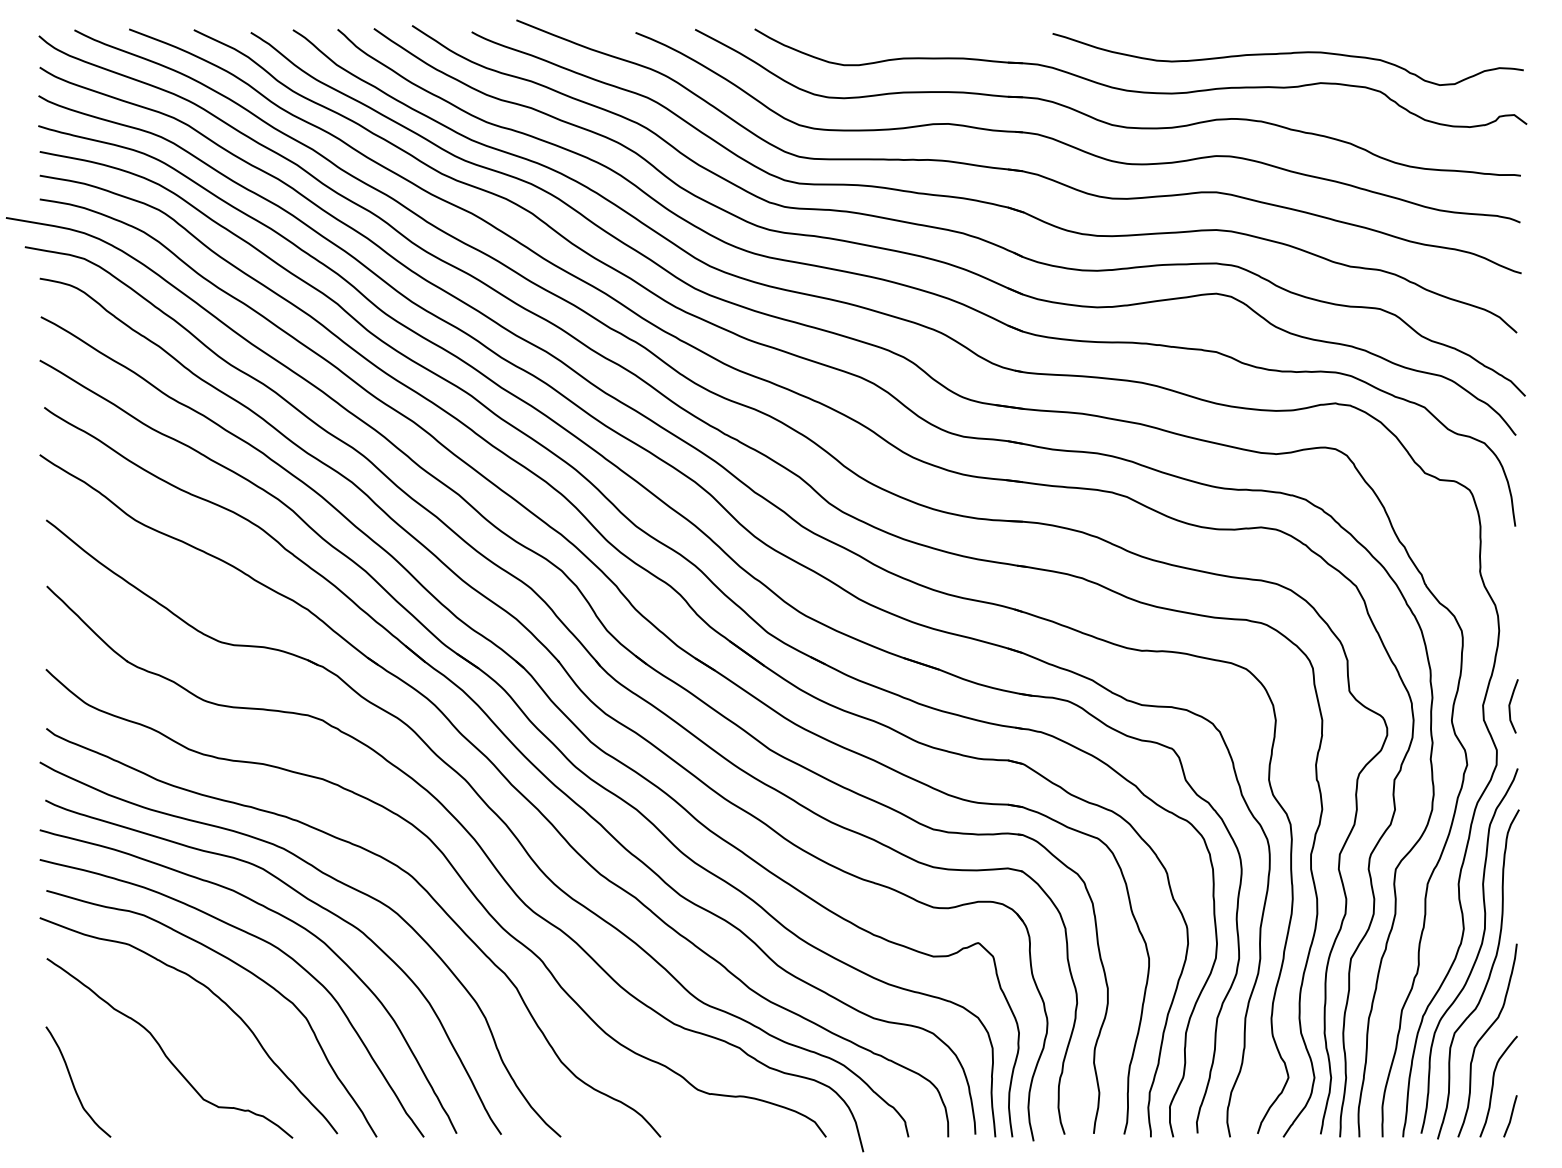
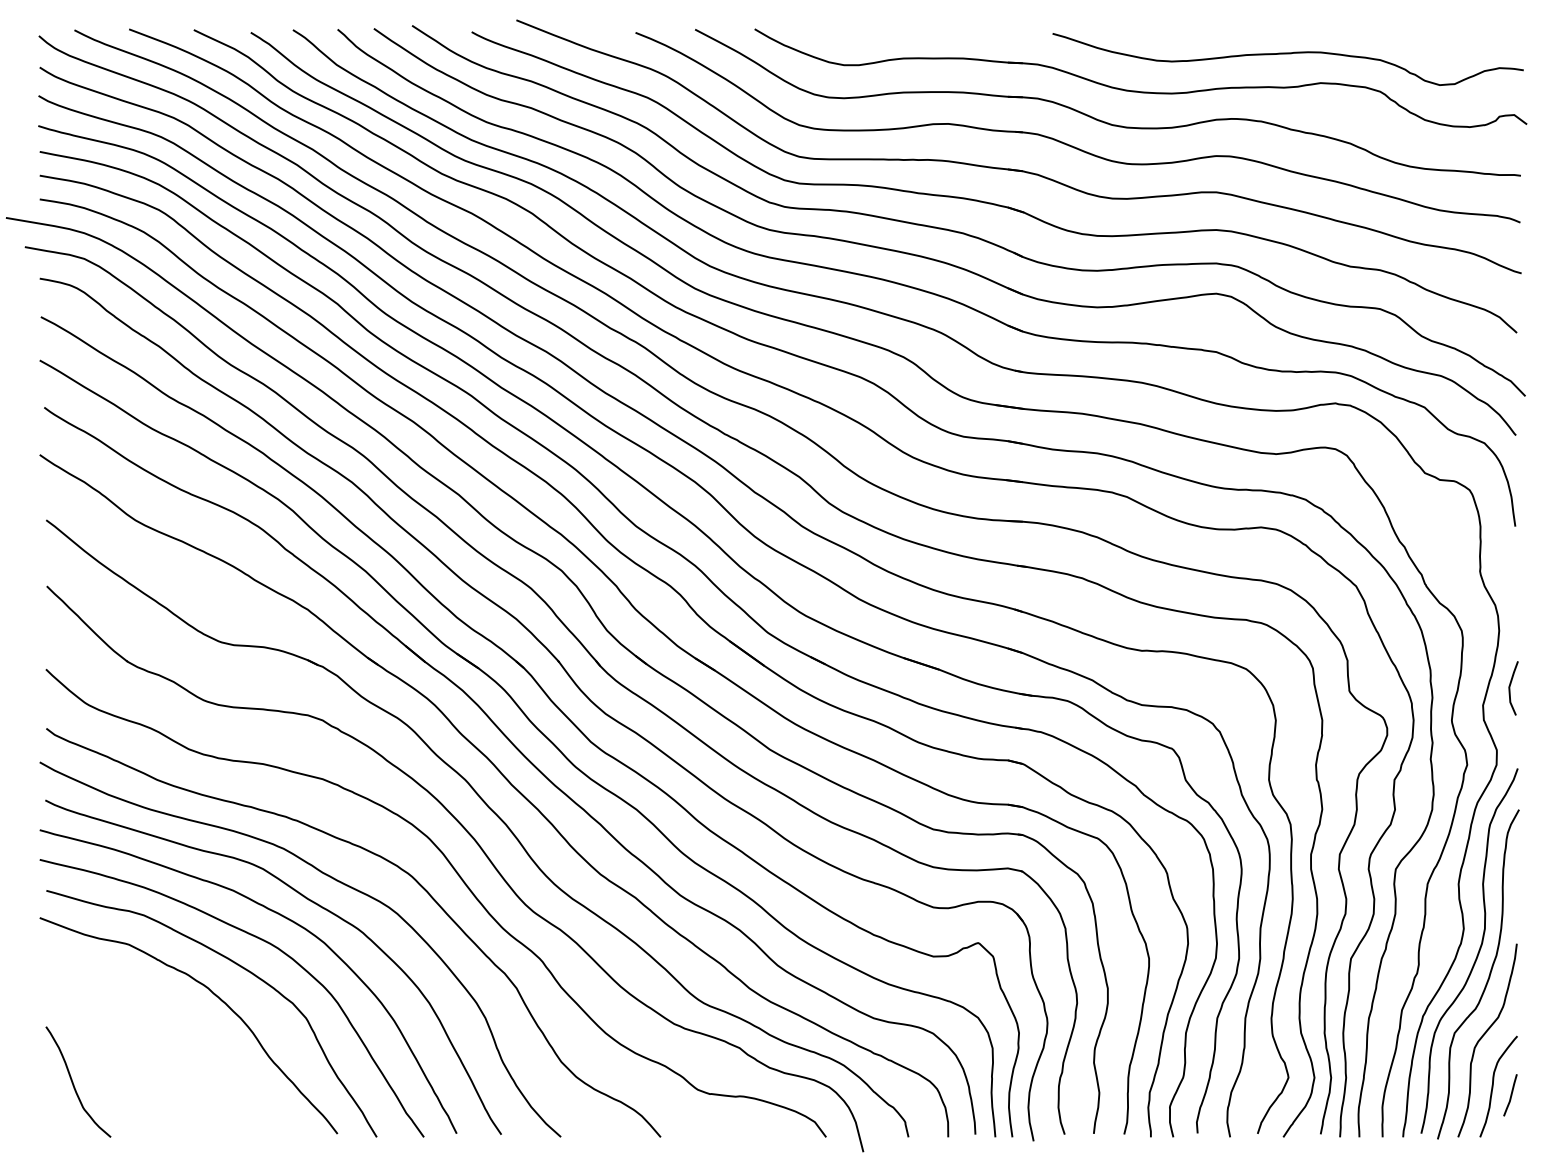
line at (1510, 706) position: (1510, 706) -> (1510, 688)
curve at (164, 1051): present -> none
line at (1510, 1116) position: (1510, 1116) -> (1510, 1095)
